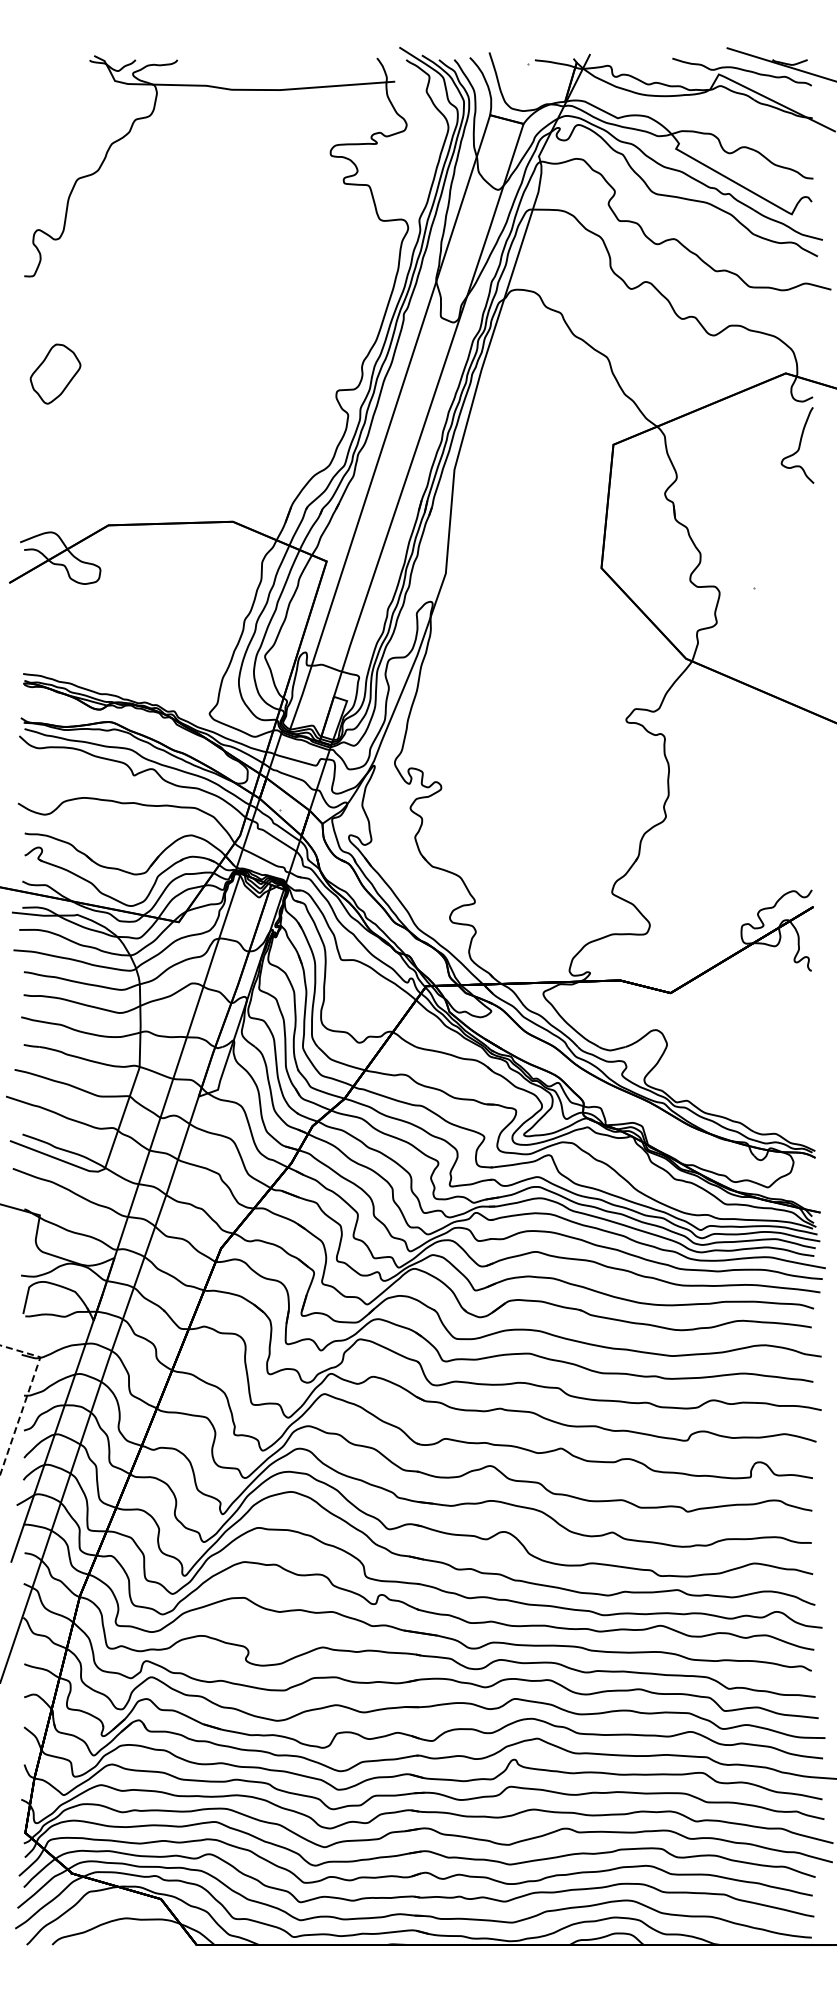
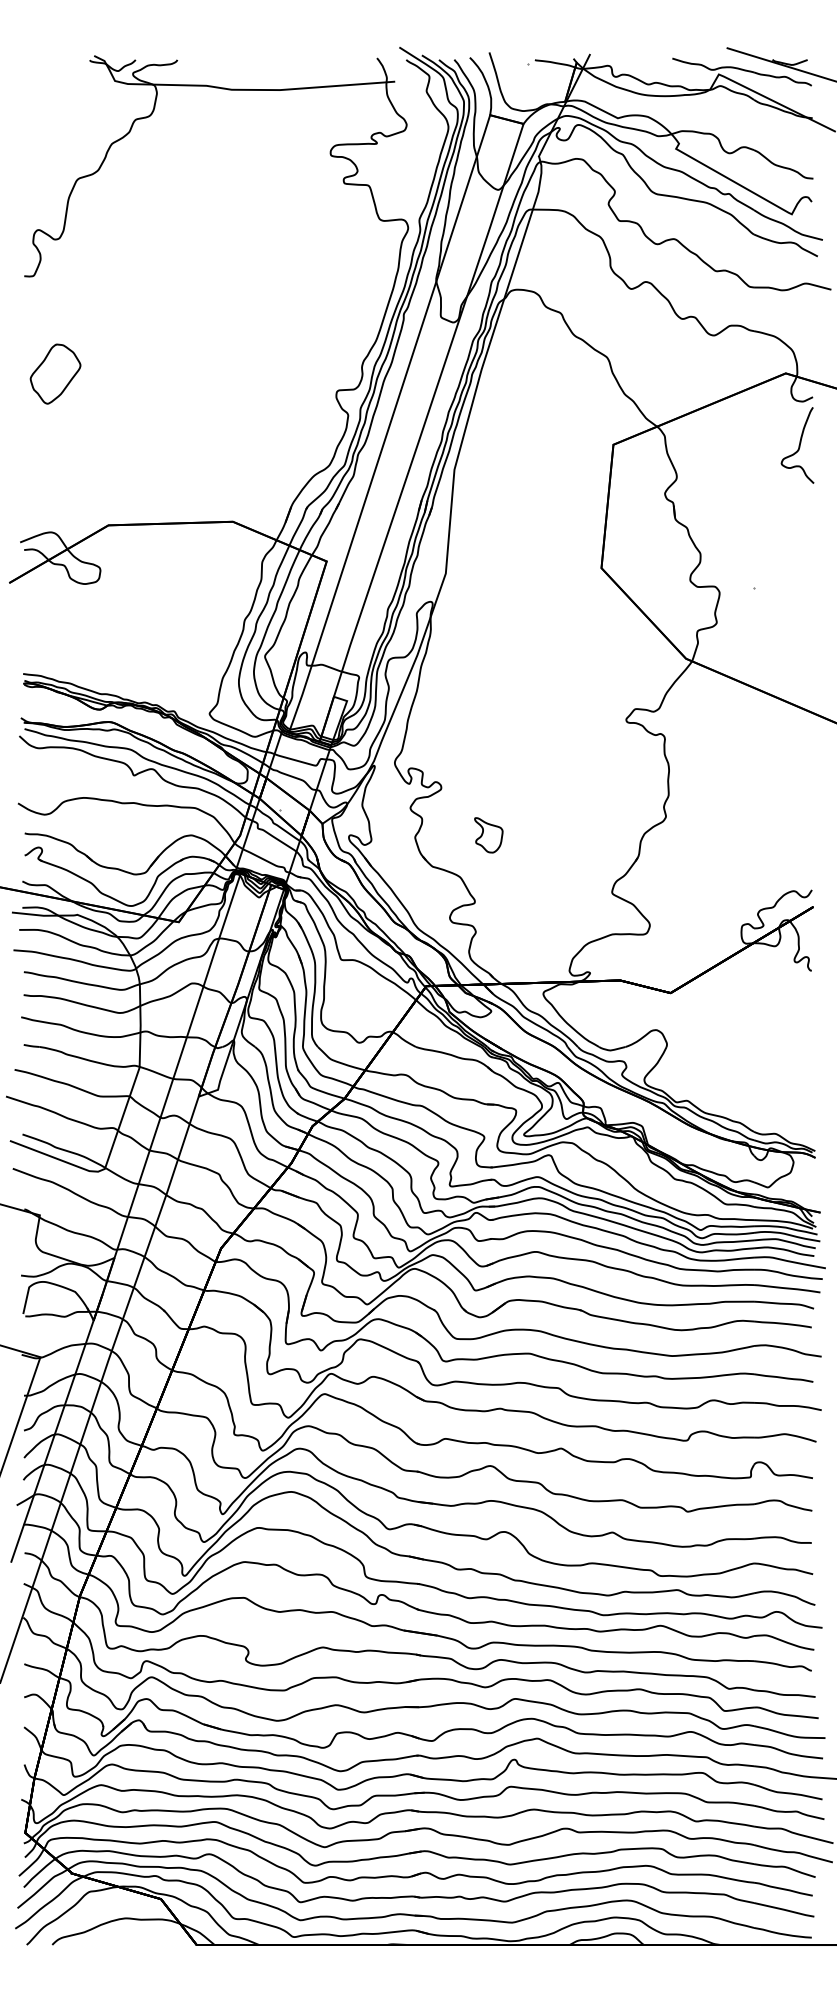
part at (488, 835): none -> present
line at (27, 1395): dashed -> solid
